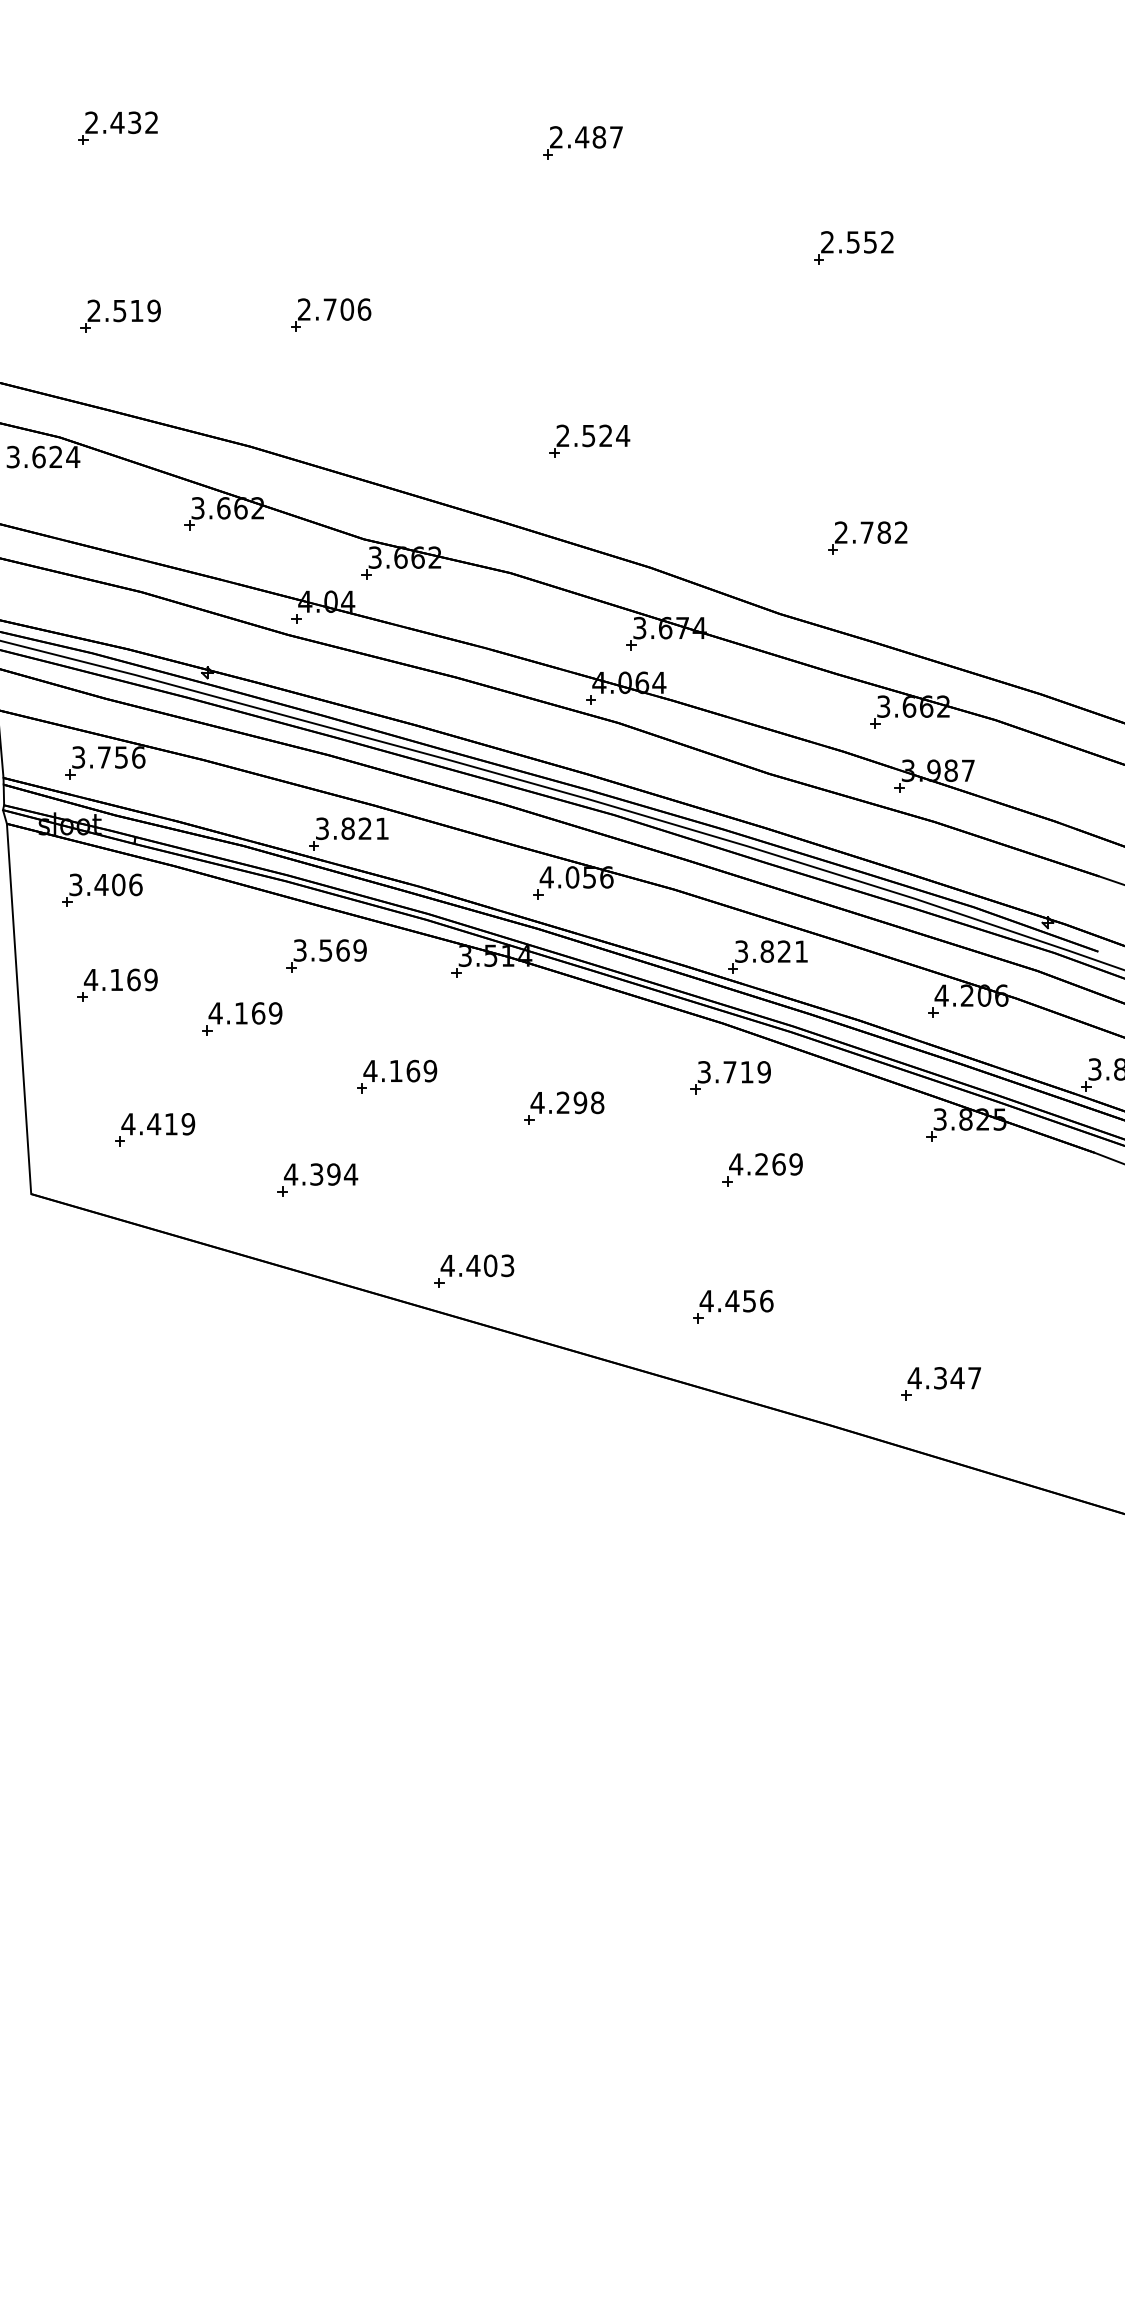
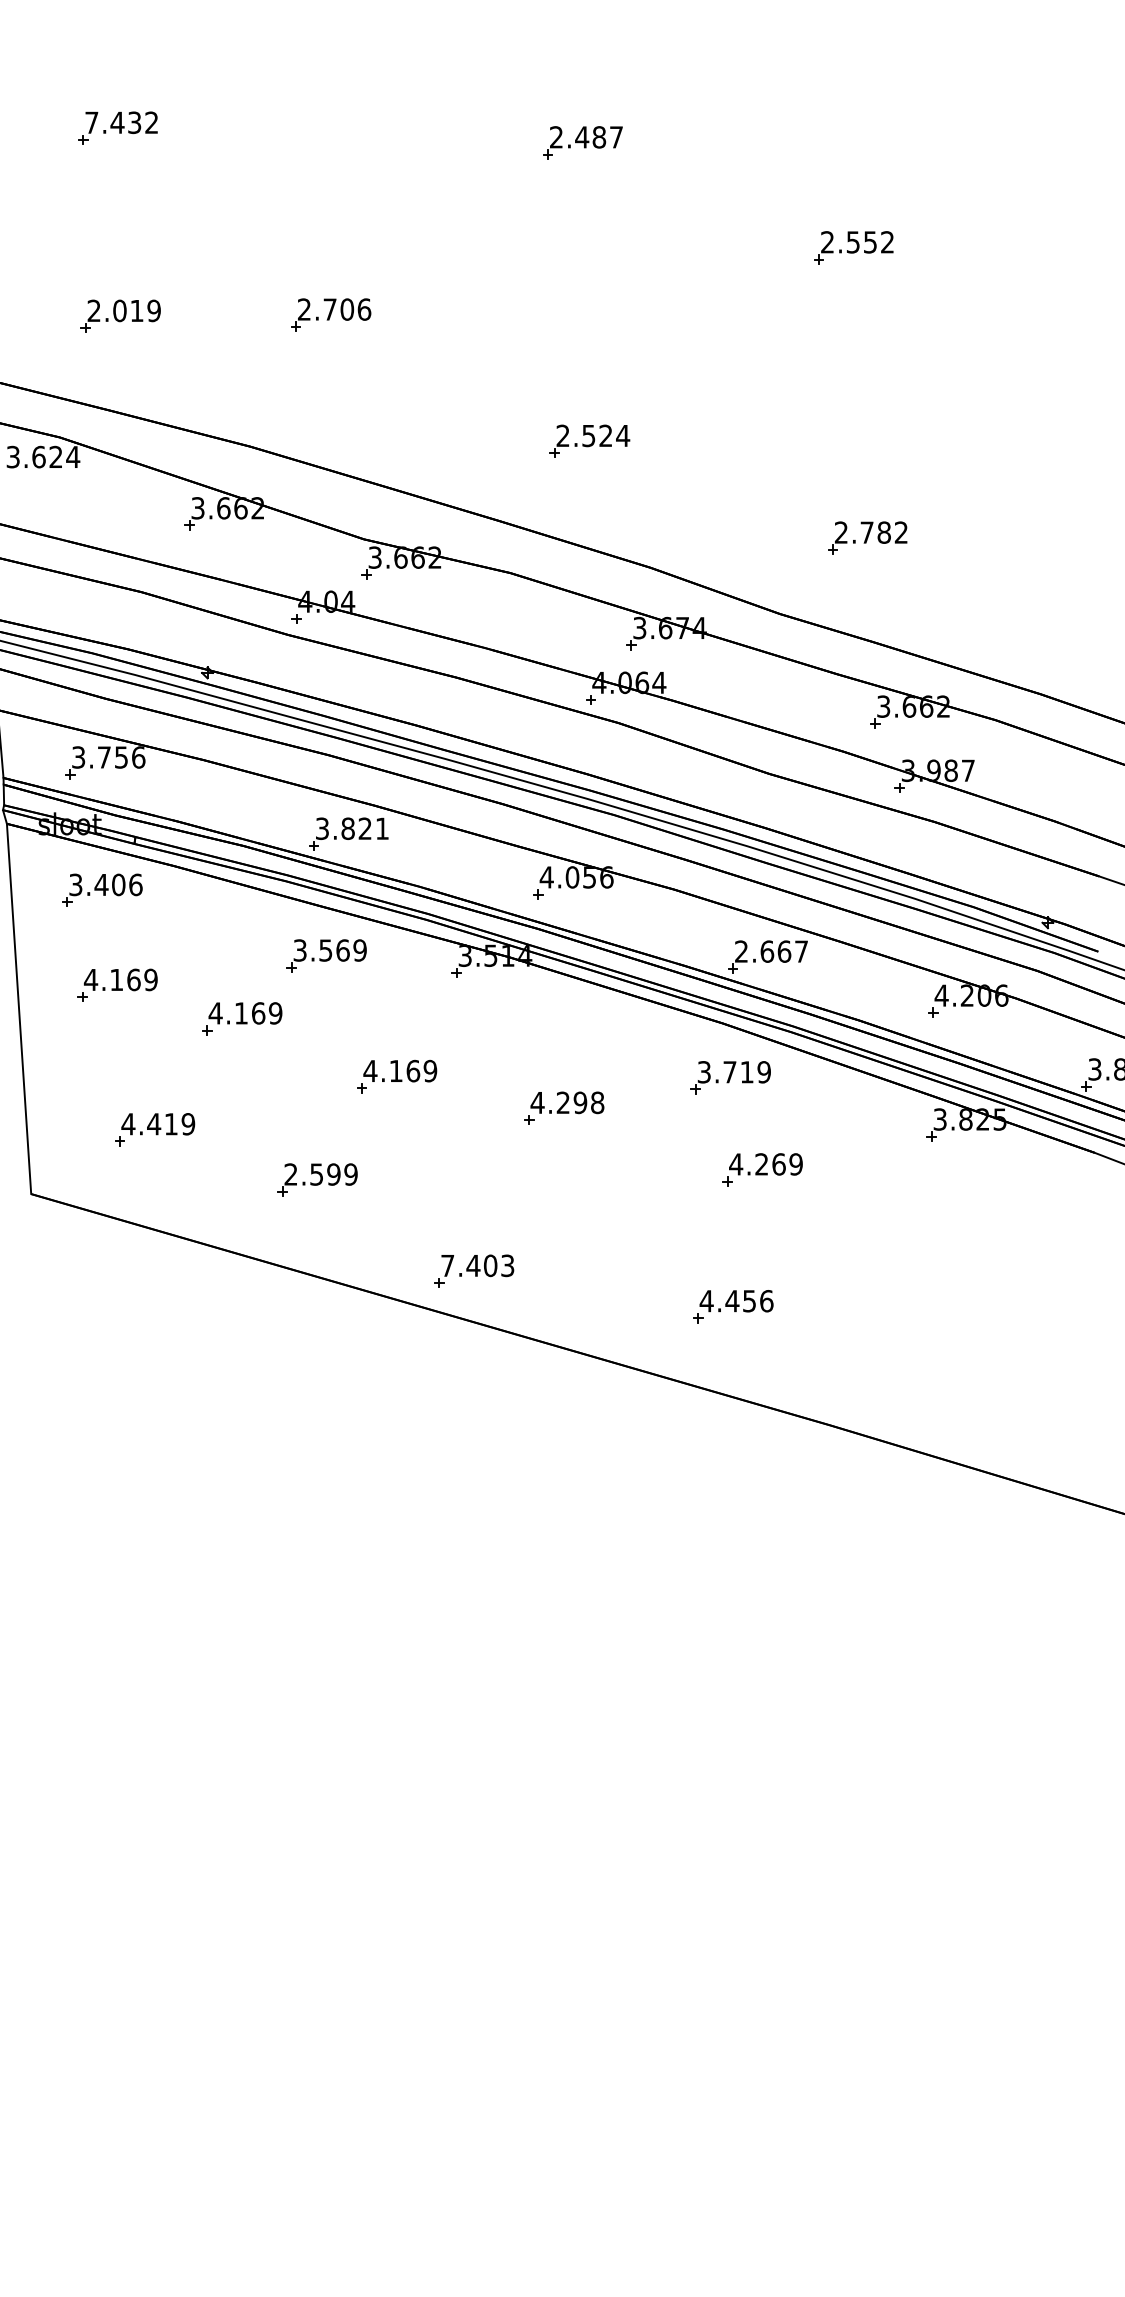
text at (91, 122): 2.432 -> 7.432
text at (119, 310): 2.519 -> 2.019
text at (771, 951): 3.821 -> 2.667
text at (320, 1174): 4.394 -> 2.599
text at (447, 1265): 4.403 -> 7.403
part at (940, 1383): present -> none
